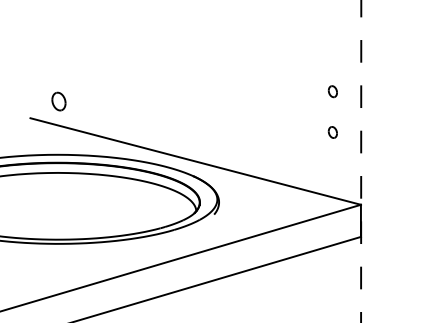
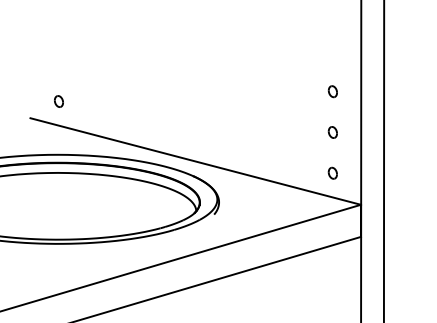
part at (58, 101) size: 16x21 px -> 10x13 px
line at (383, 160): none -> present
line at (361, 162): dashed -> solid
part at (332, 172): none -> present
